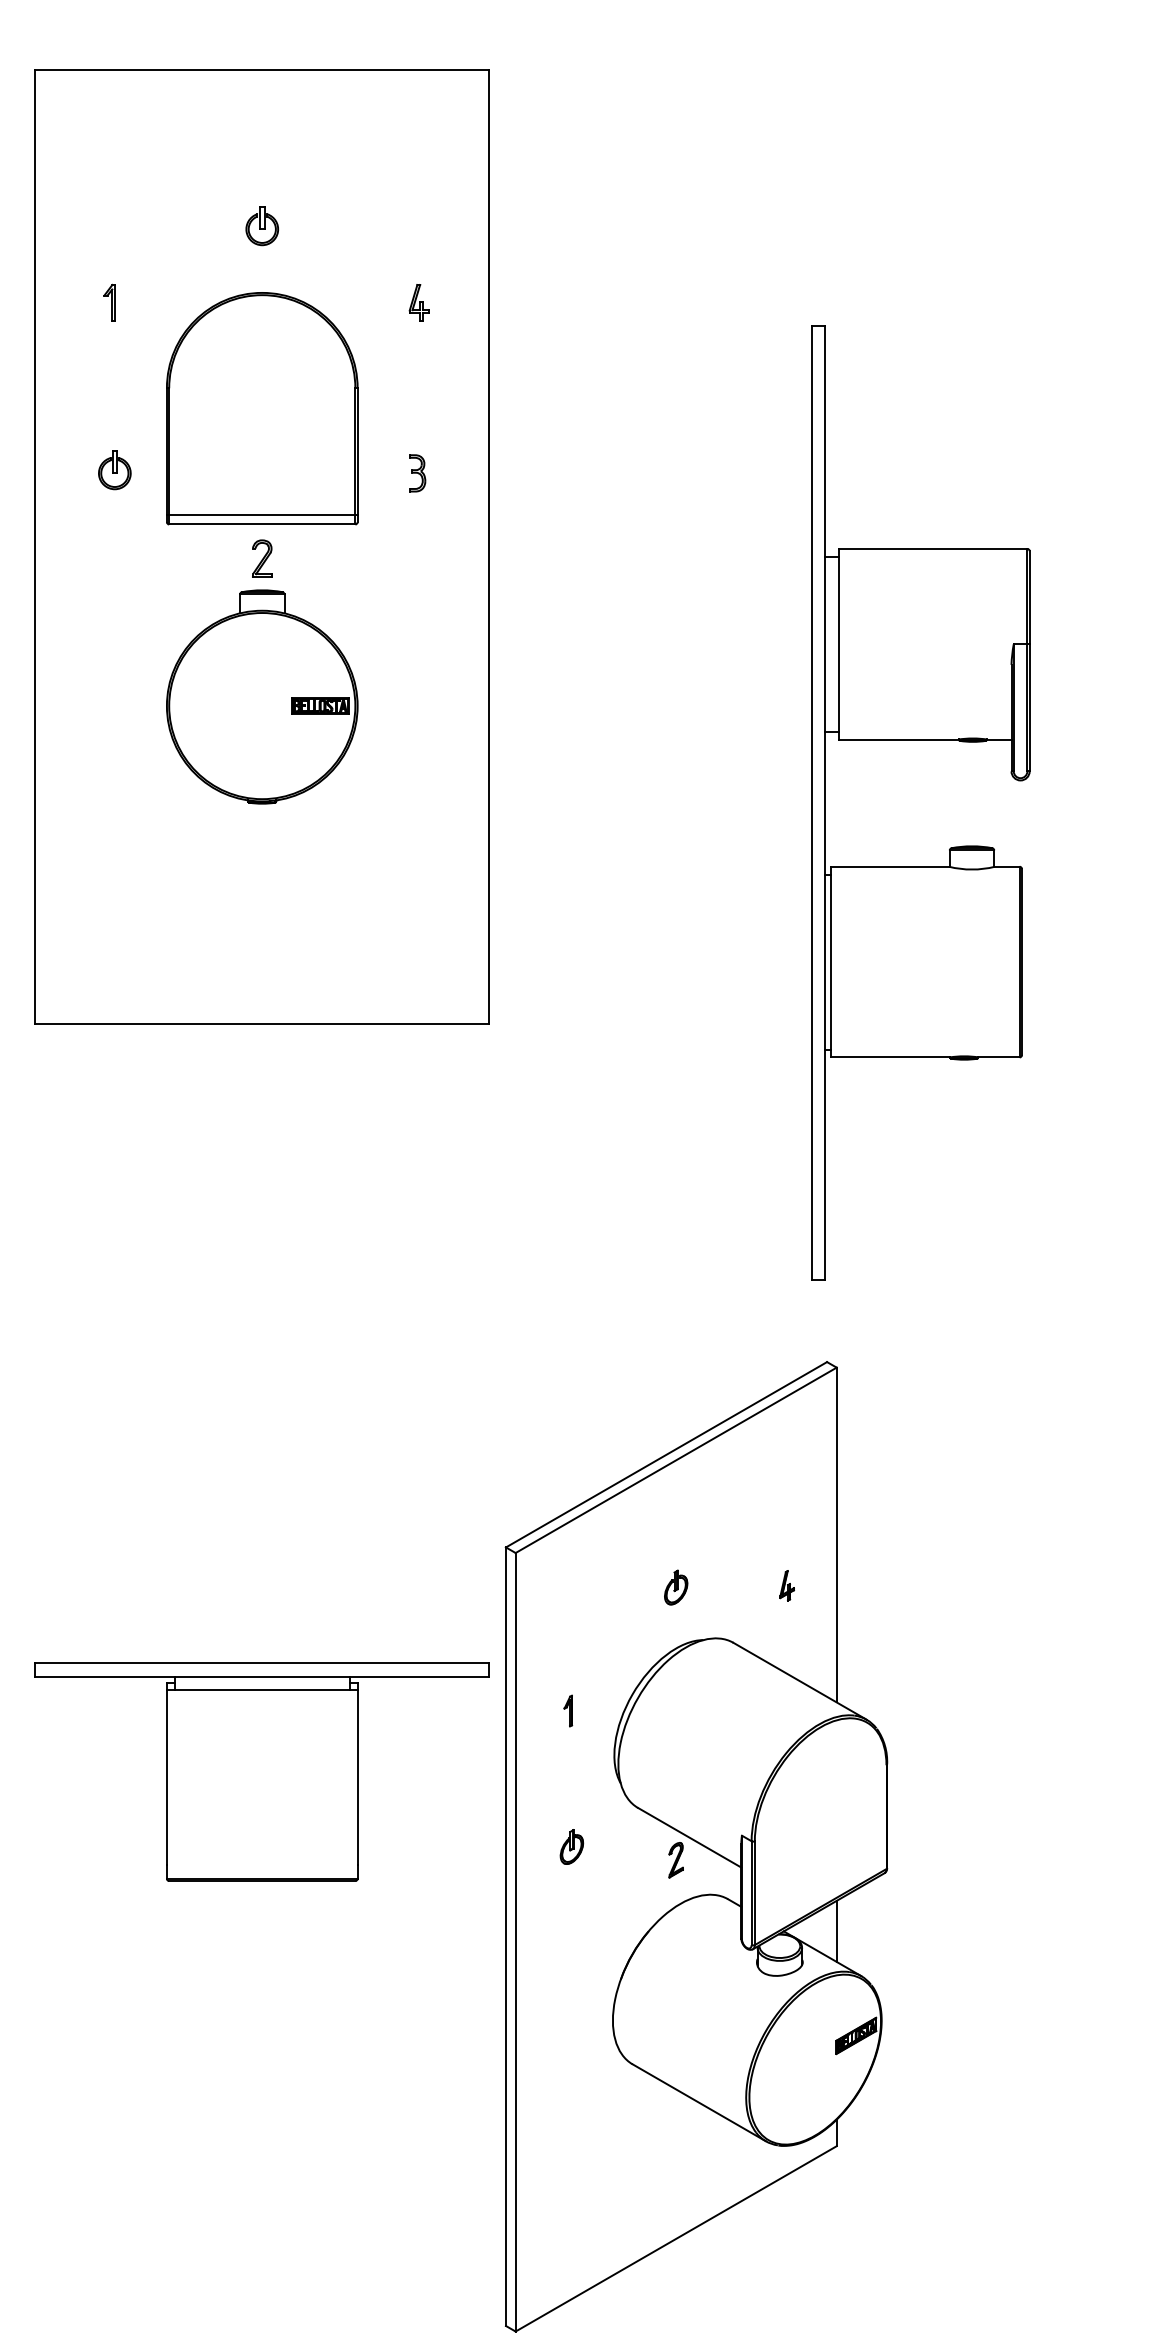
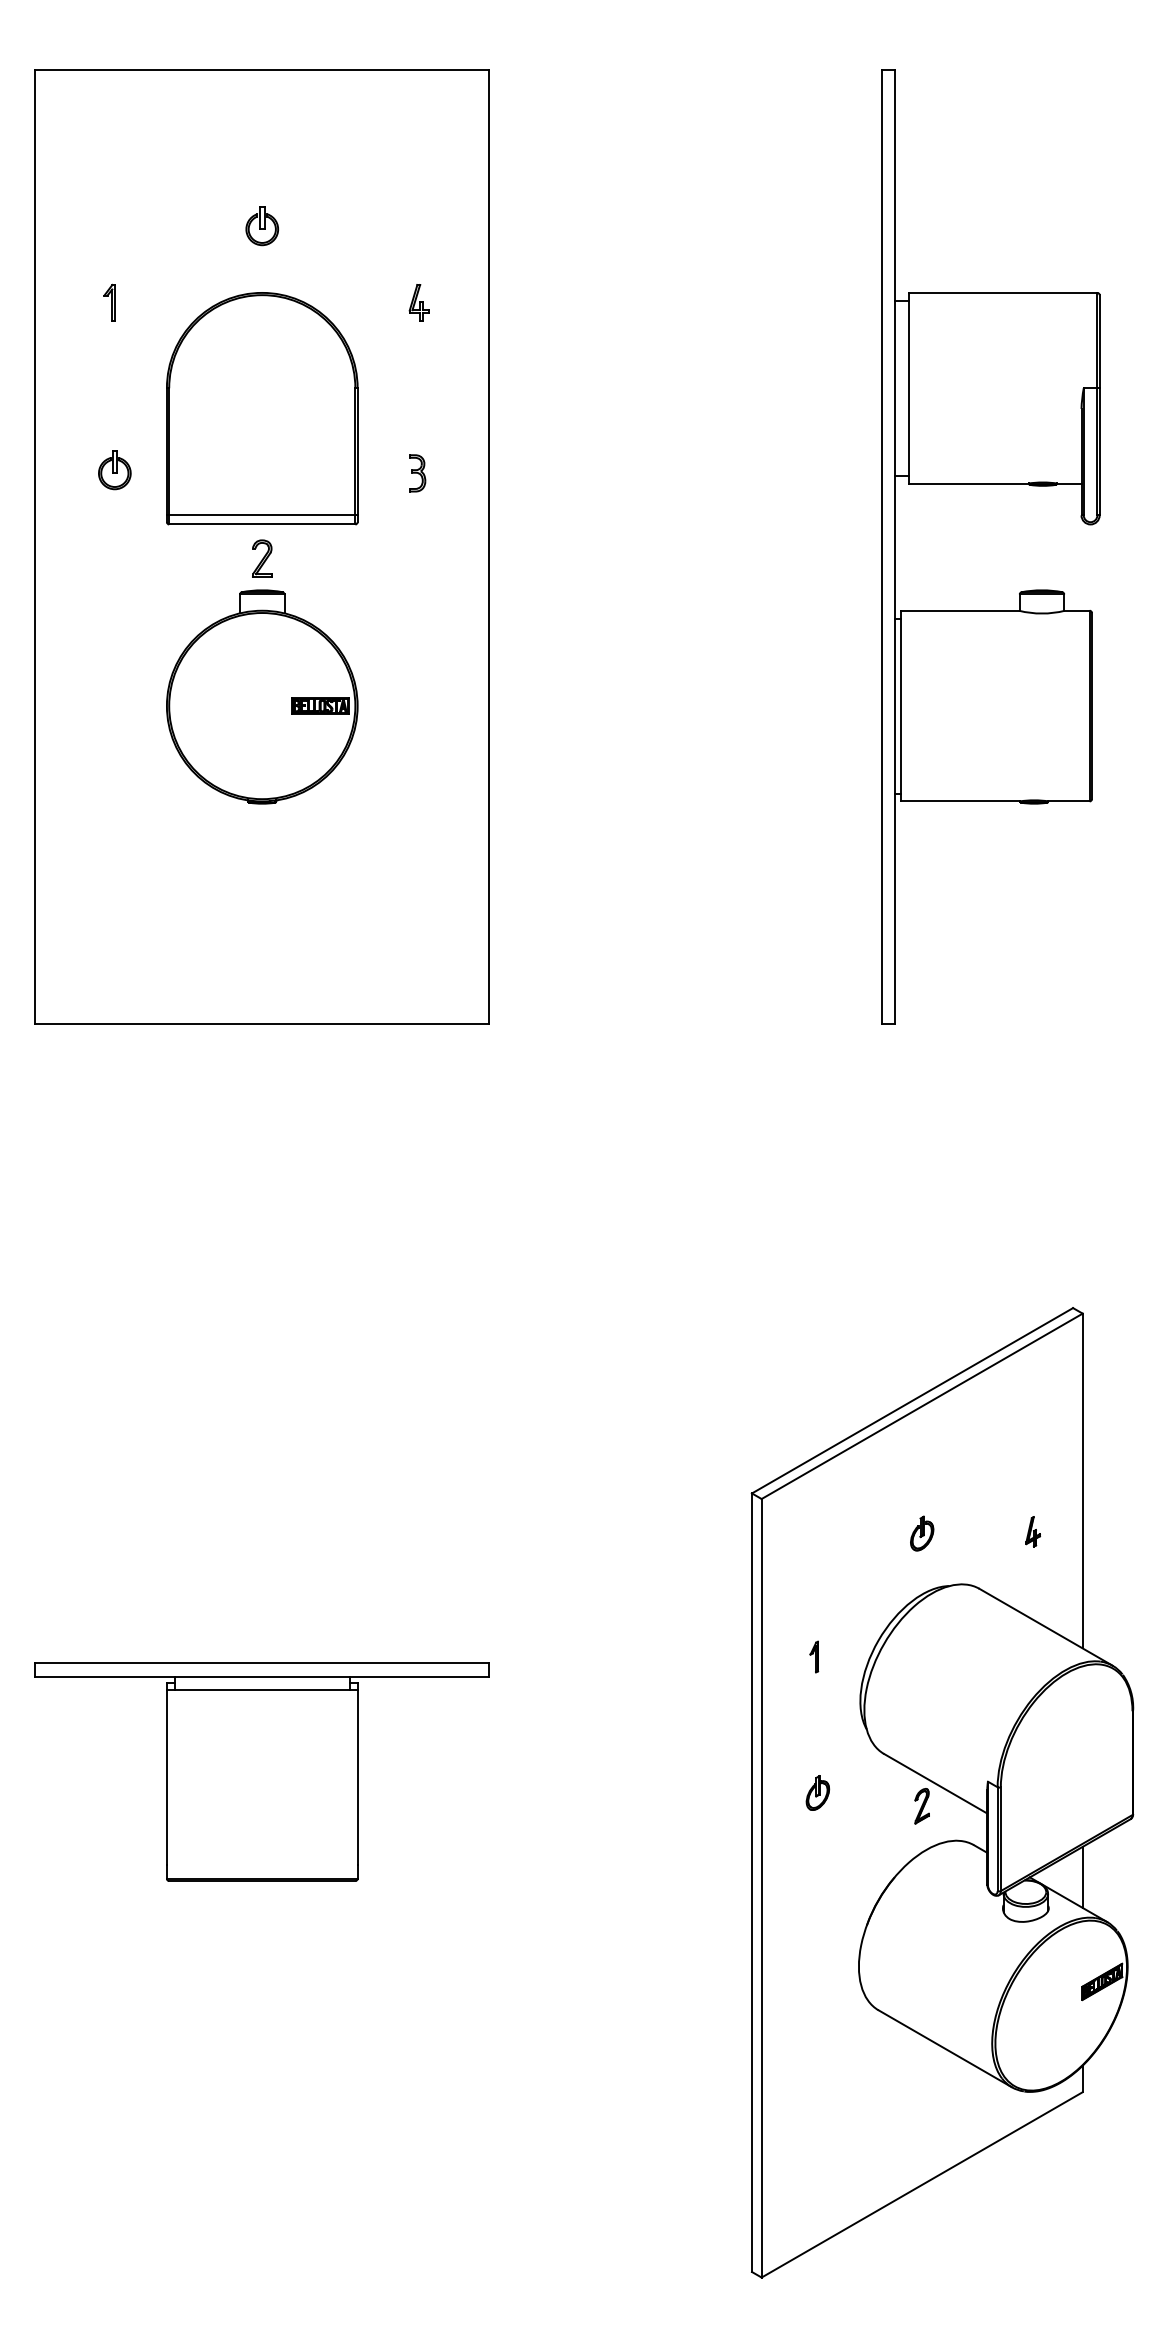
part at (950, 847) position: (950, 847) -> (1020, 591)
part at (696, 1846) position: (696, 1846) -> (942, 1792)
